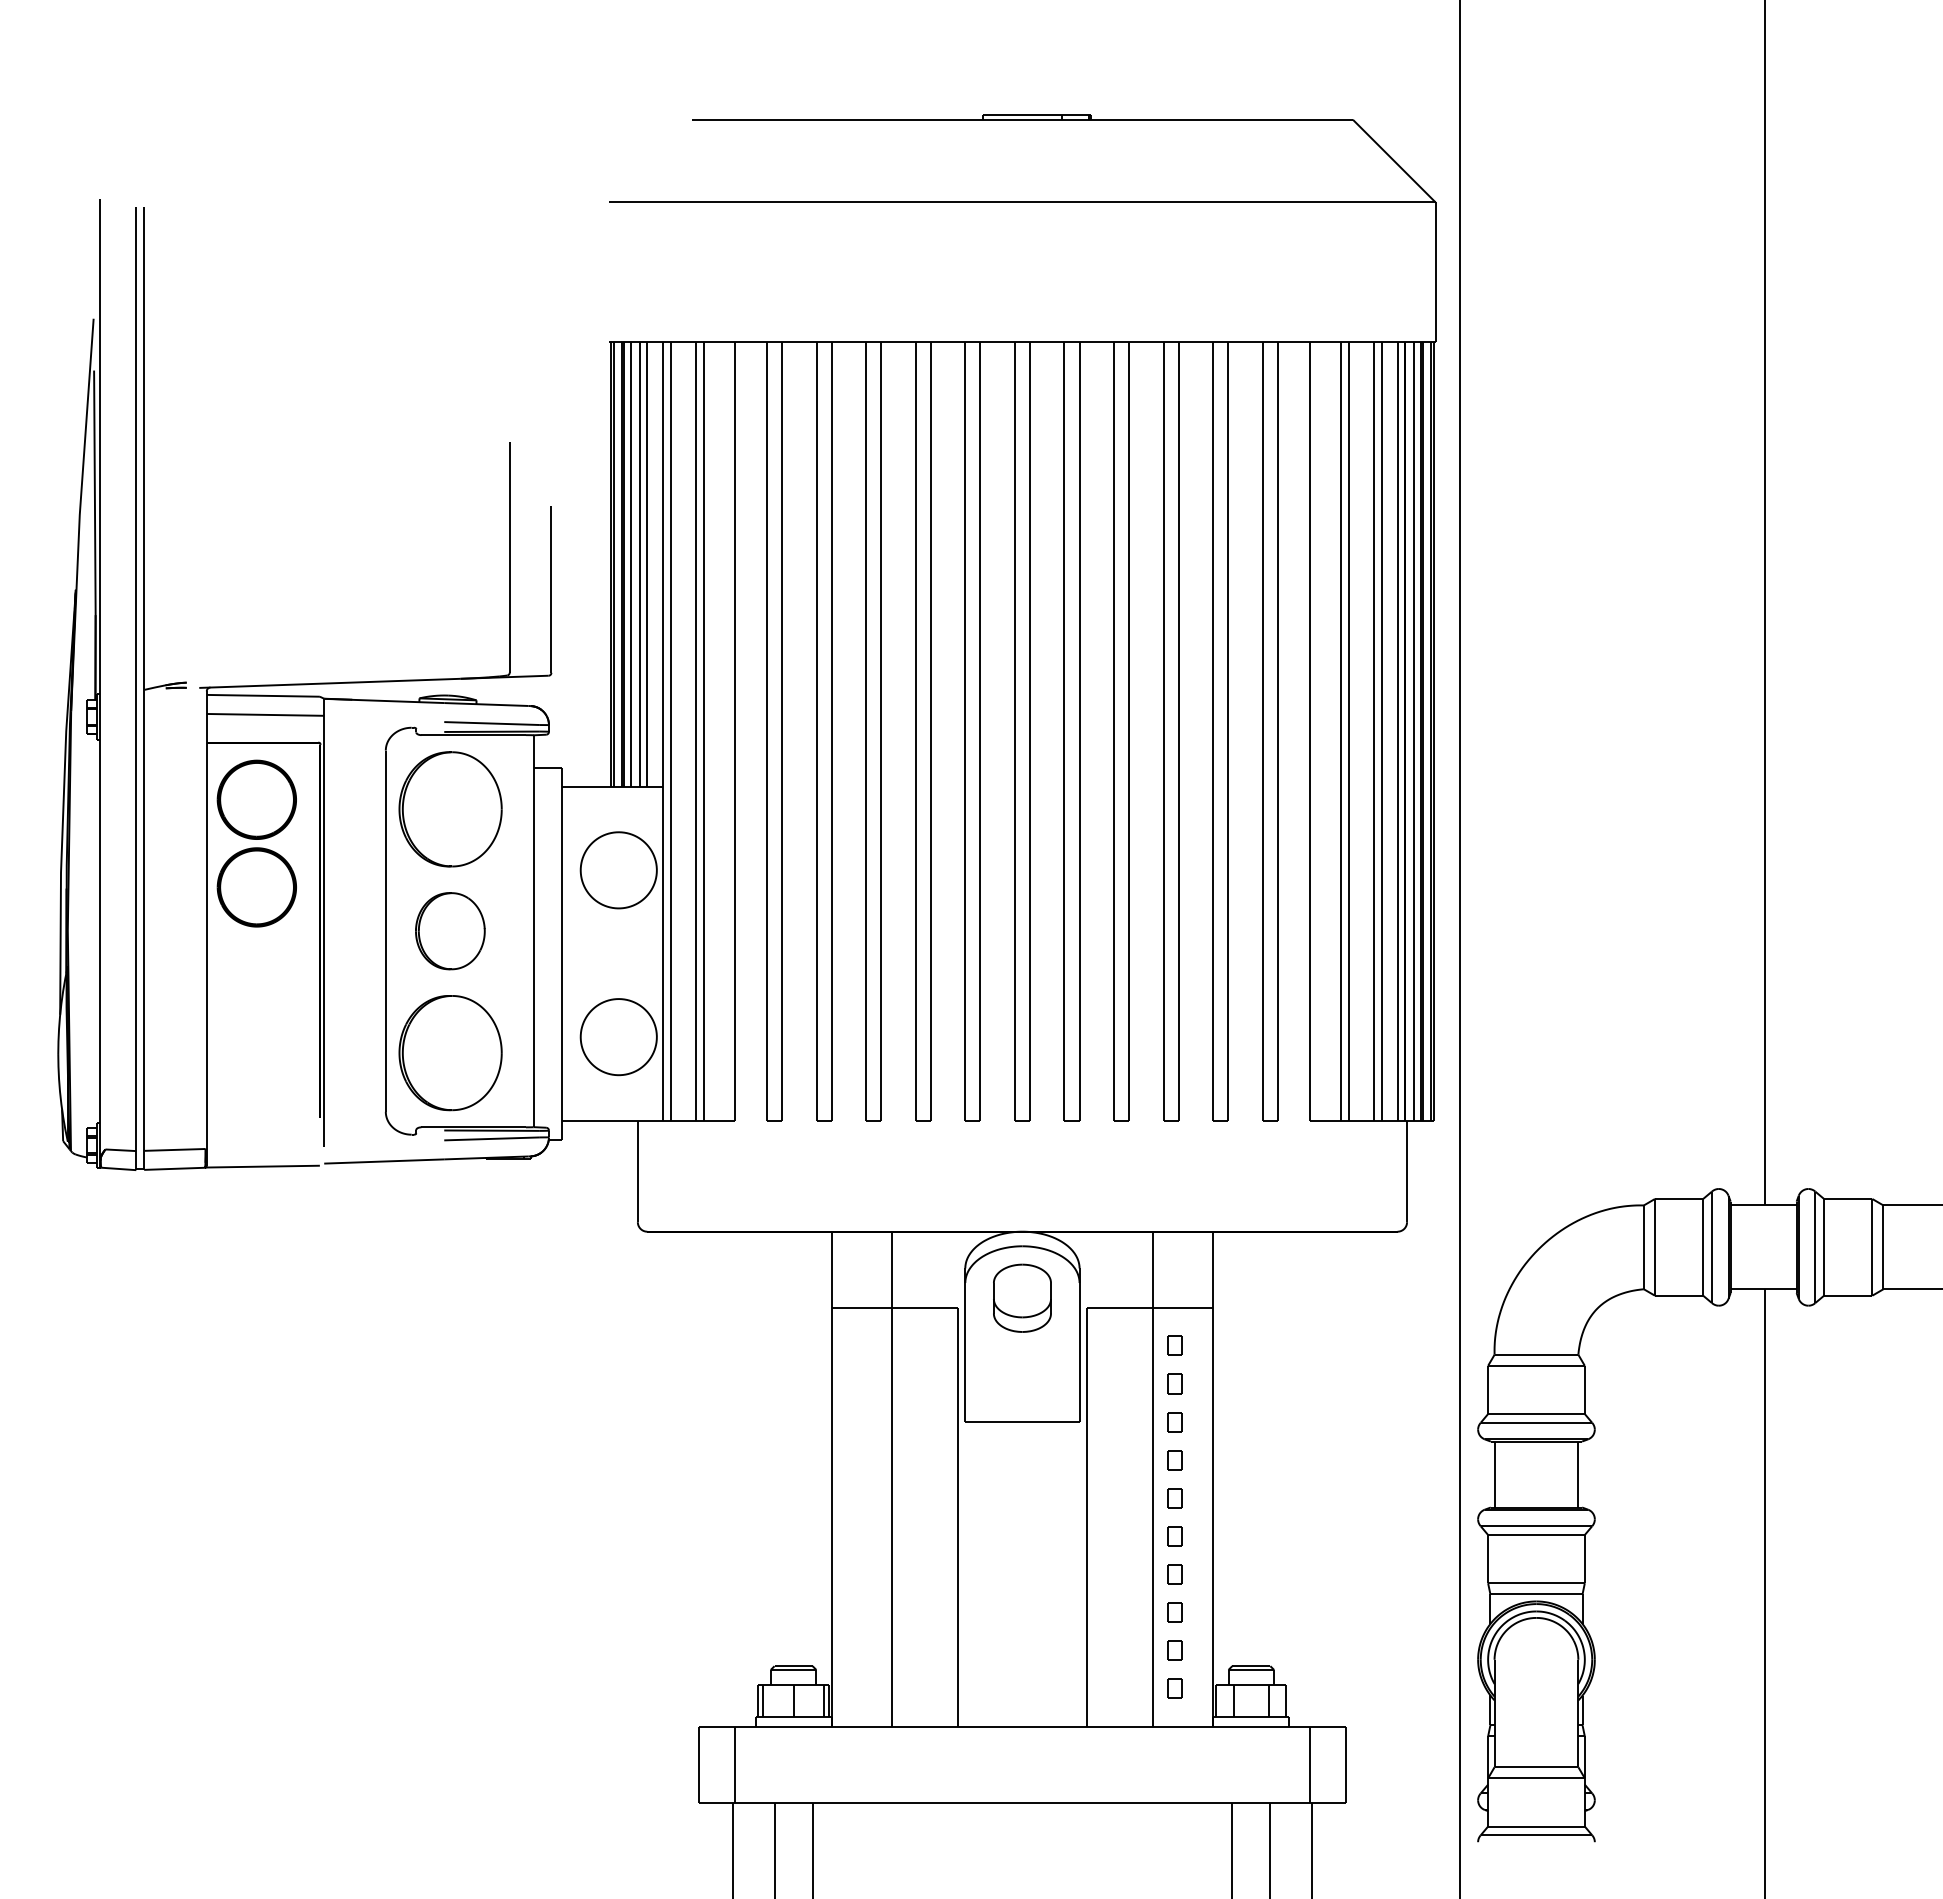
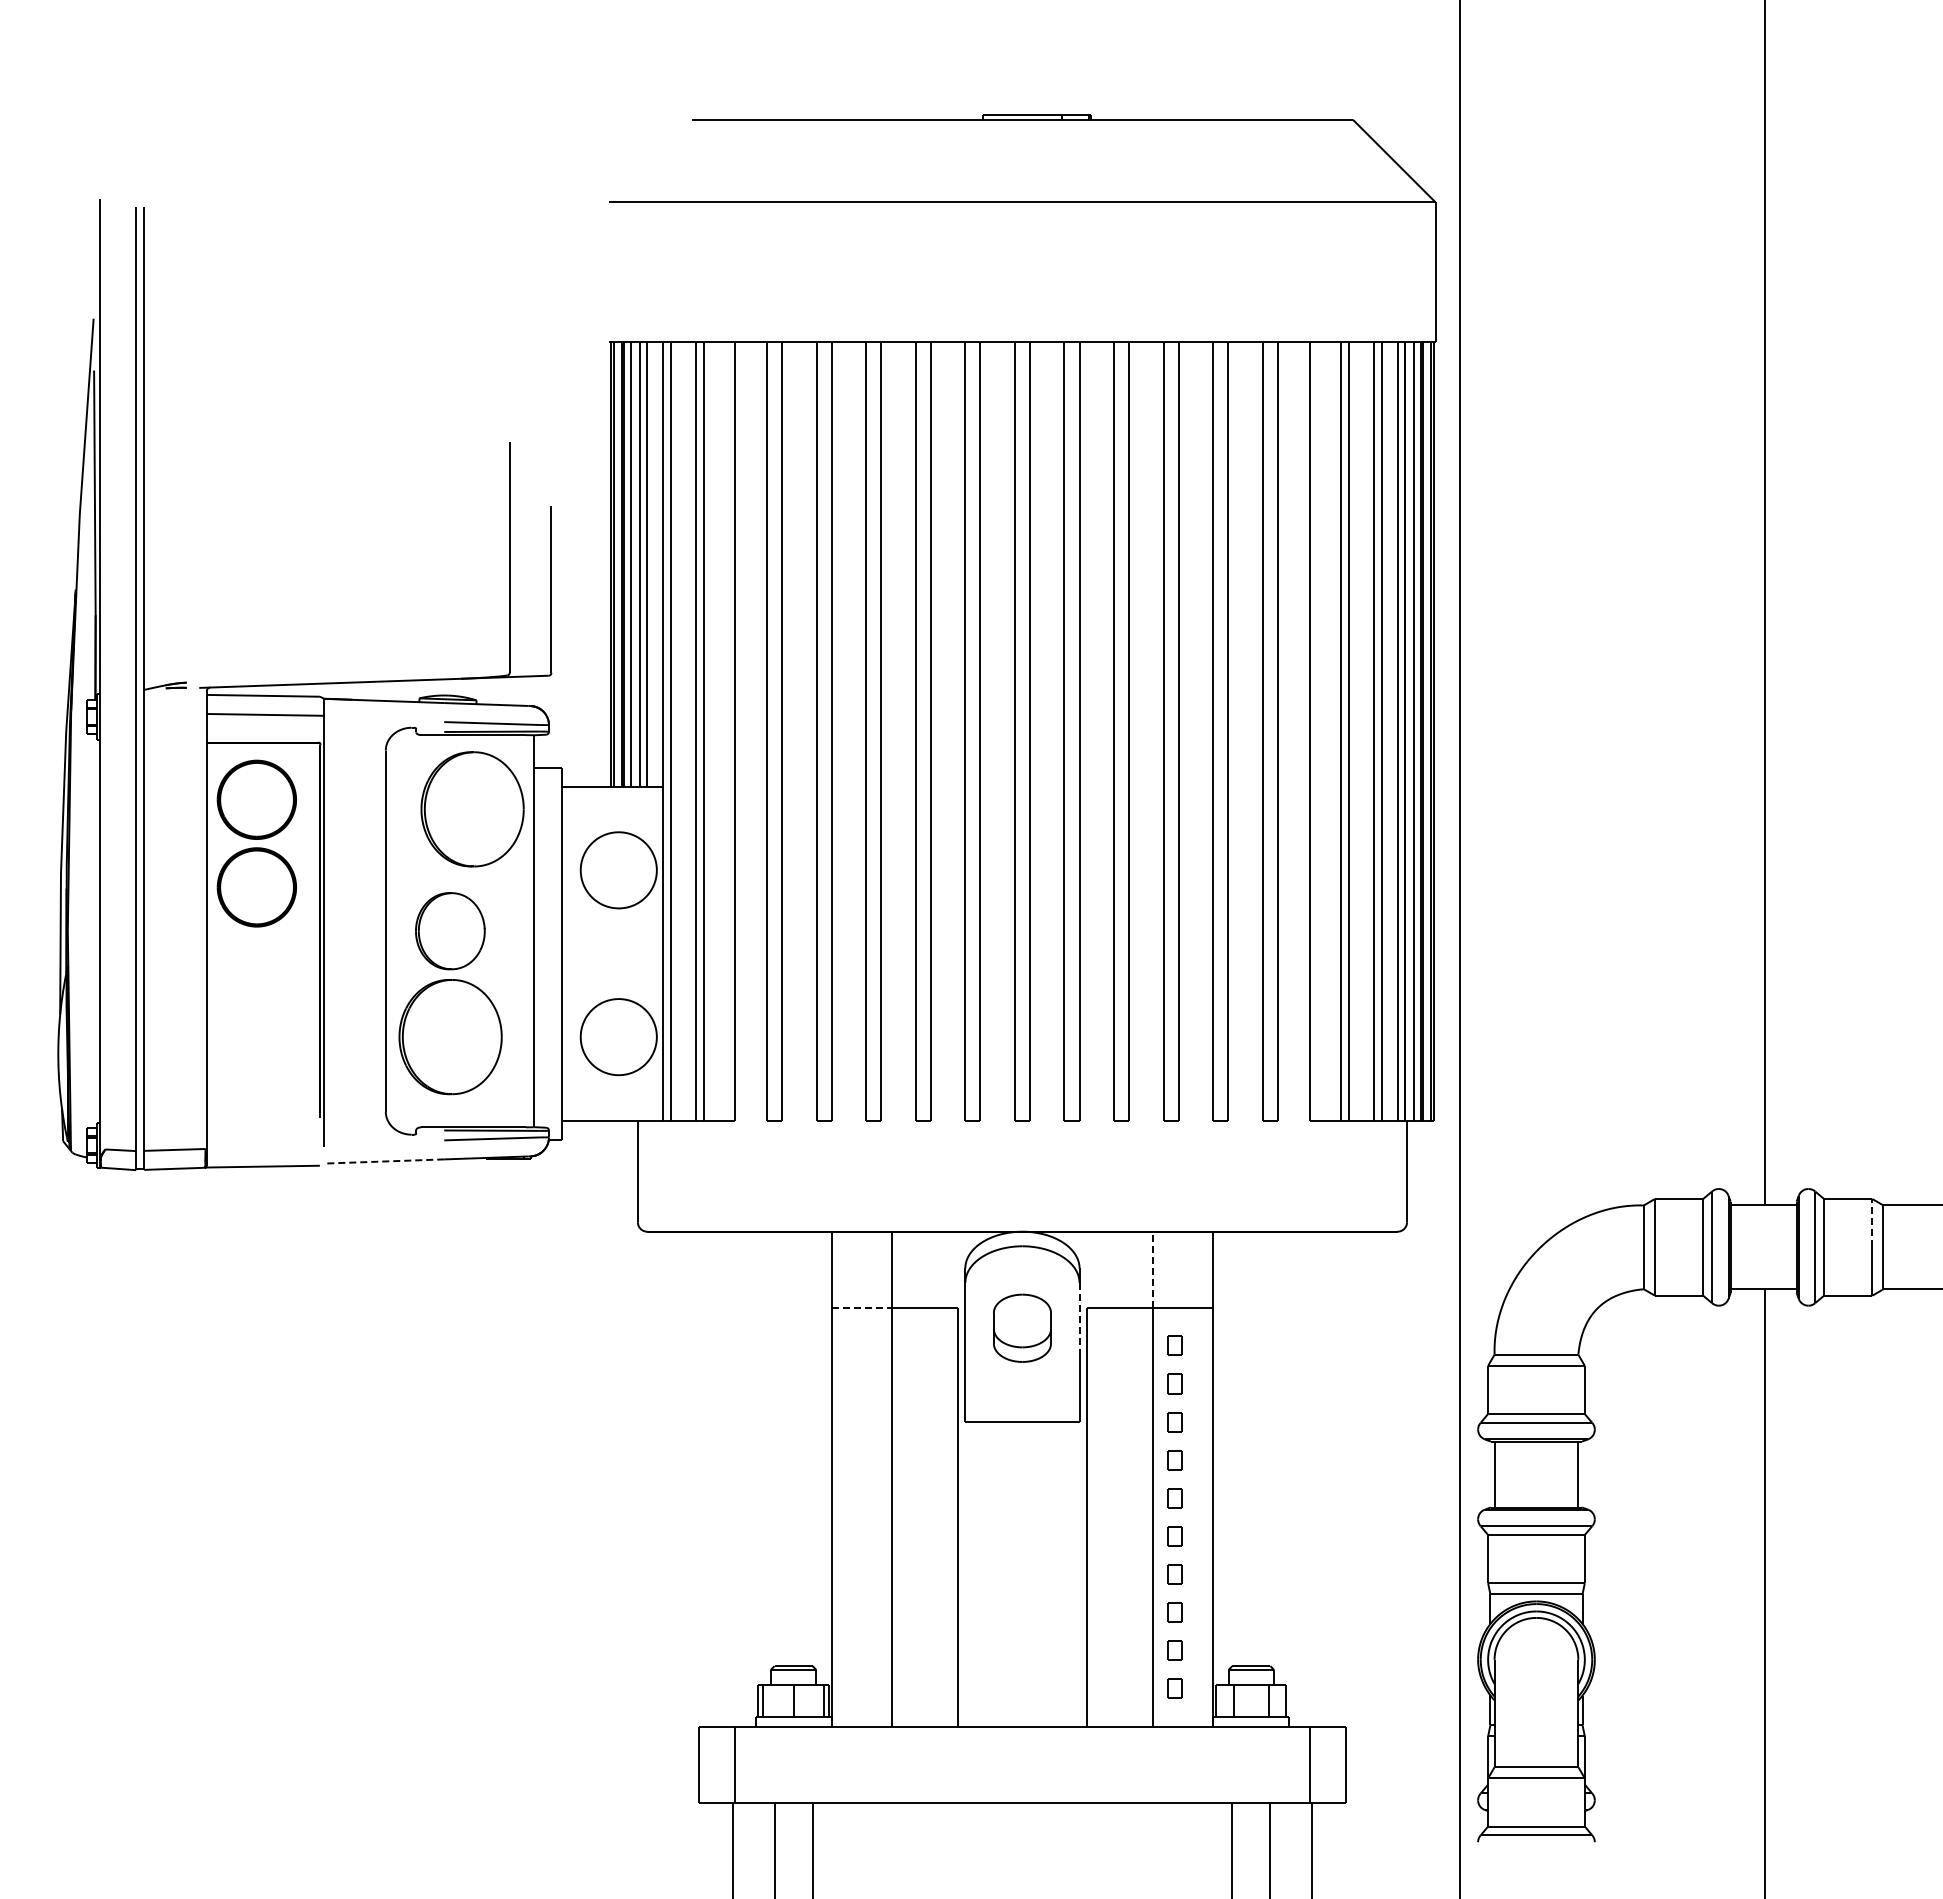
part at (450, 809) position: (450, 809) -> (472, 809)
part at (450, 1053) position: (450, 1053) -> (450, 1037)
line at (383, 1161): solid -> dashed
line at (1872, 1222): solid -> dashed
line at (1153, 1269): solid -> dashed
part at (1022, 1297) position: (1022, 1297) -> (1022, 1327)
line at (861, 1307): solid -> dashed
line at (1079, 1316): solid -> dashed
